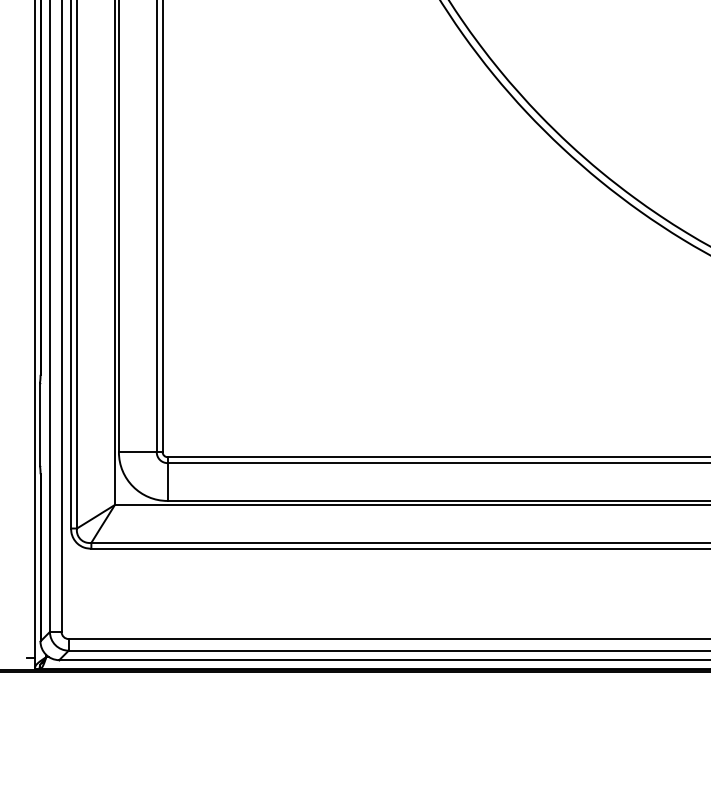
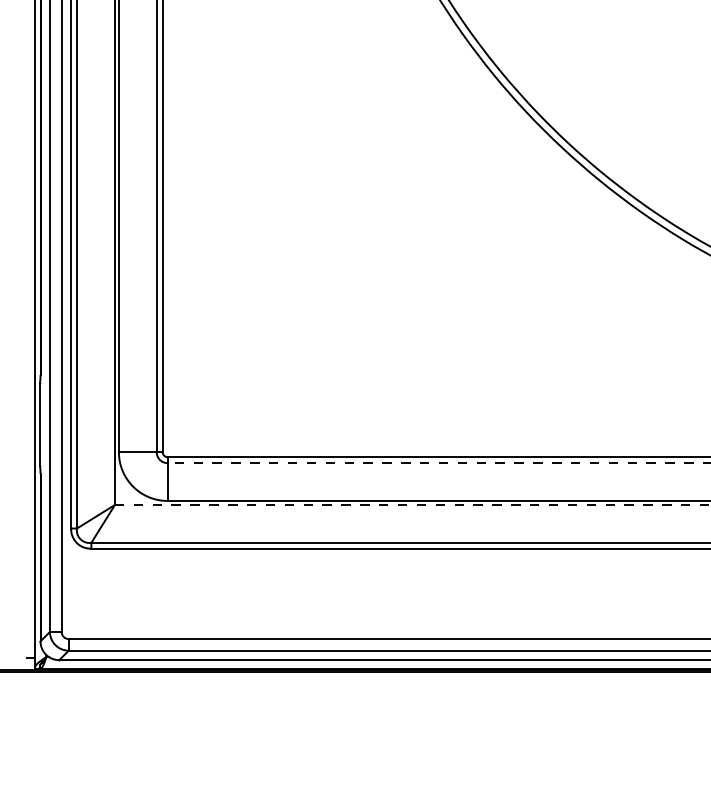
line at (438, 463): solid -> dashed
line at (412, 505): solid -> dashed
